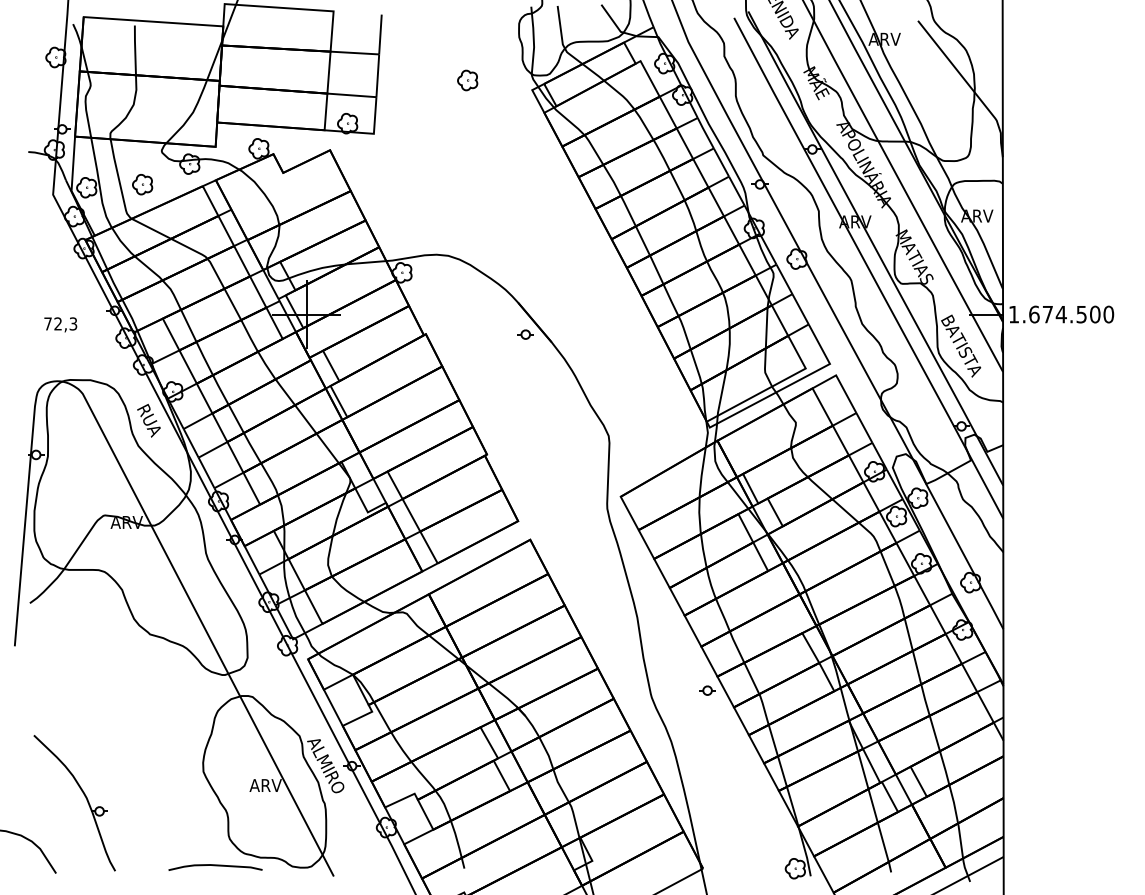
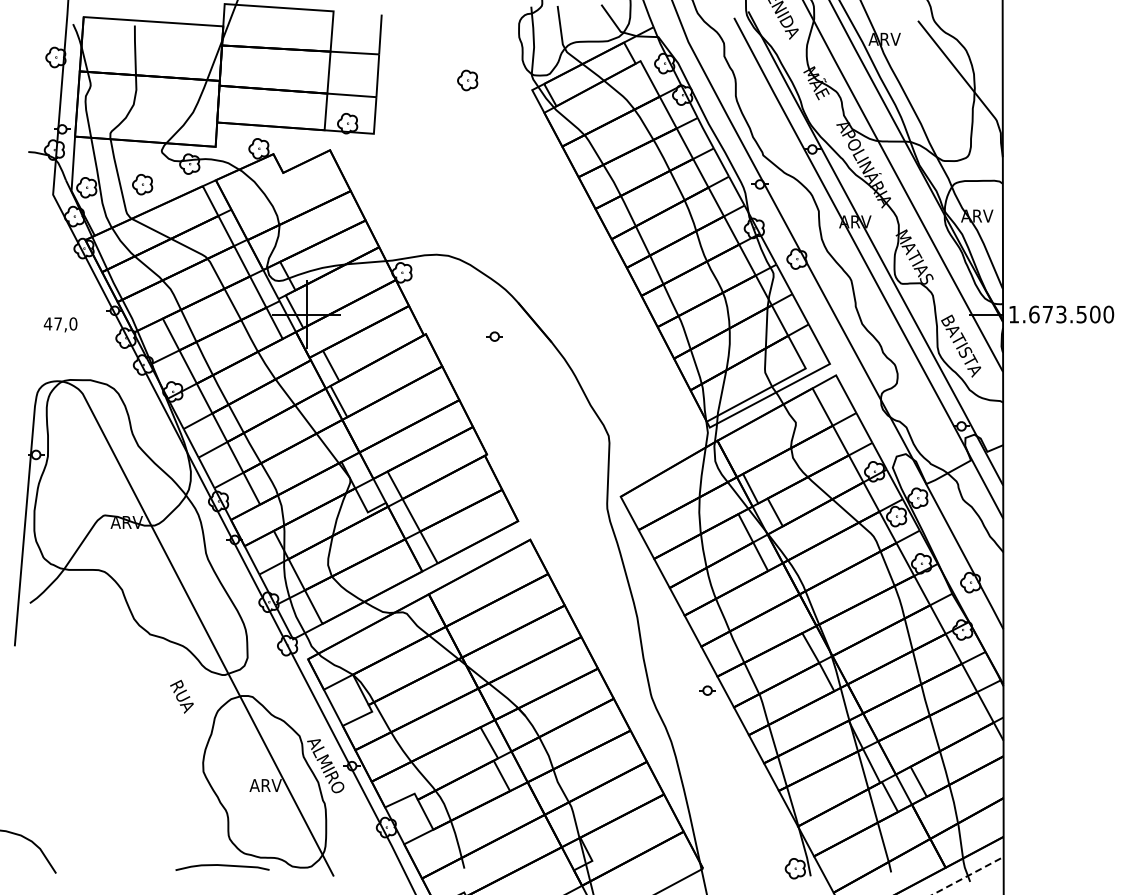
text at (1060, 314): 1.674.500 -> 1.673.500
text at (60, 323): 72,3 -> 47,0
part at (525, 334) position: (525, 334) -> (494, 336)
text at (148, 420) position: (148, 420) -> (181, 696)
part at (85, 798): present -> none
curve at (215, 866) position: (215, 866) -> (222, 866)
line at (968, 875): solid -> dashed
